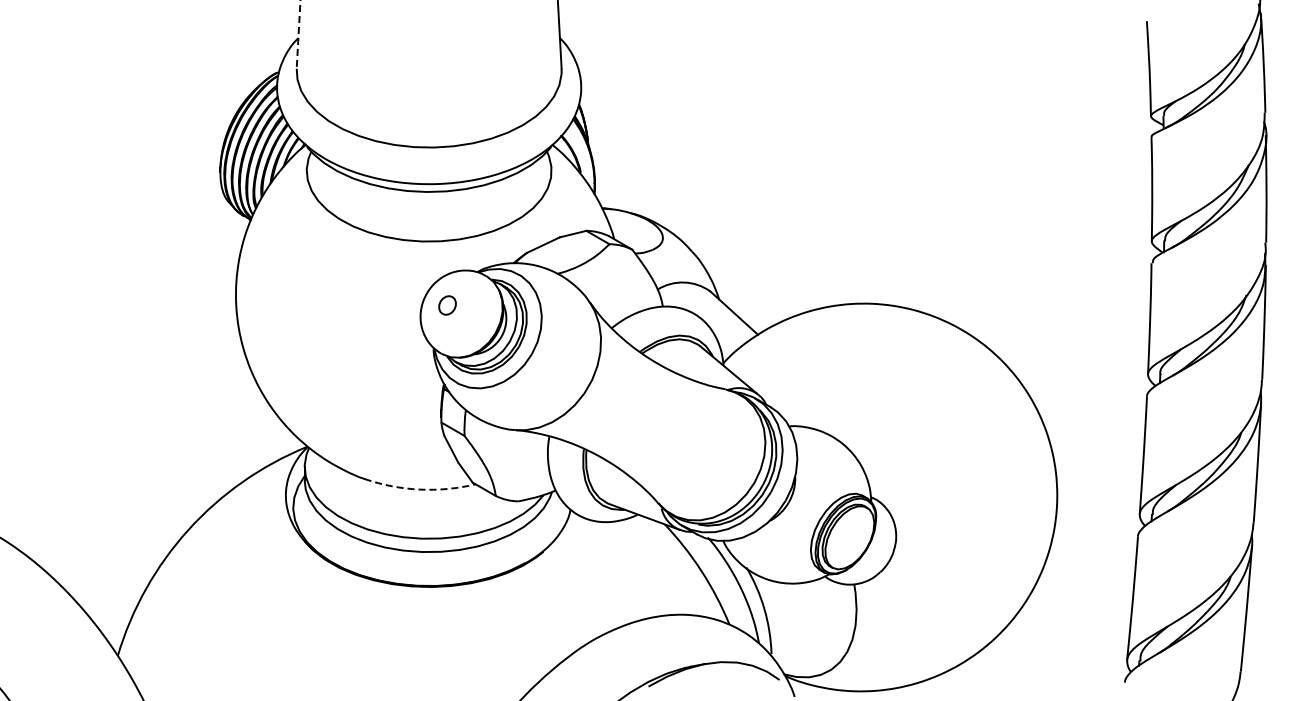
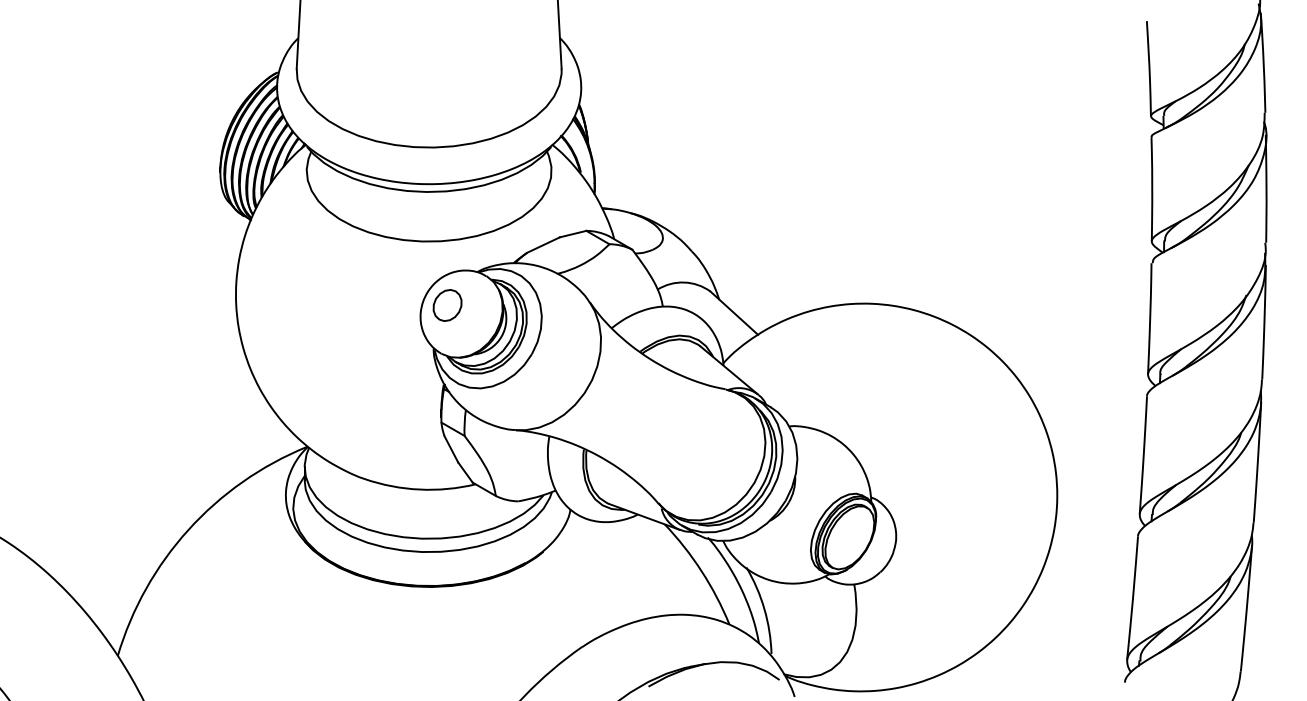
line at (298, 34): dashed -> solid
part at (447, 305) size: 19x21 px -> 31x33 px
arc at (419, 489): dashed -> solid
